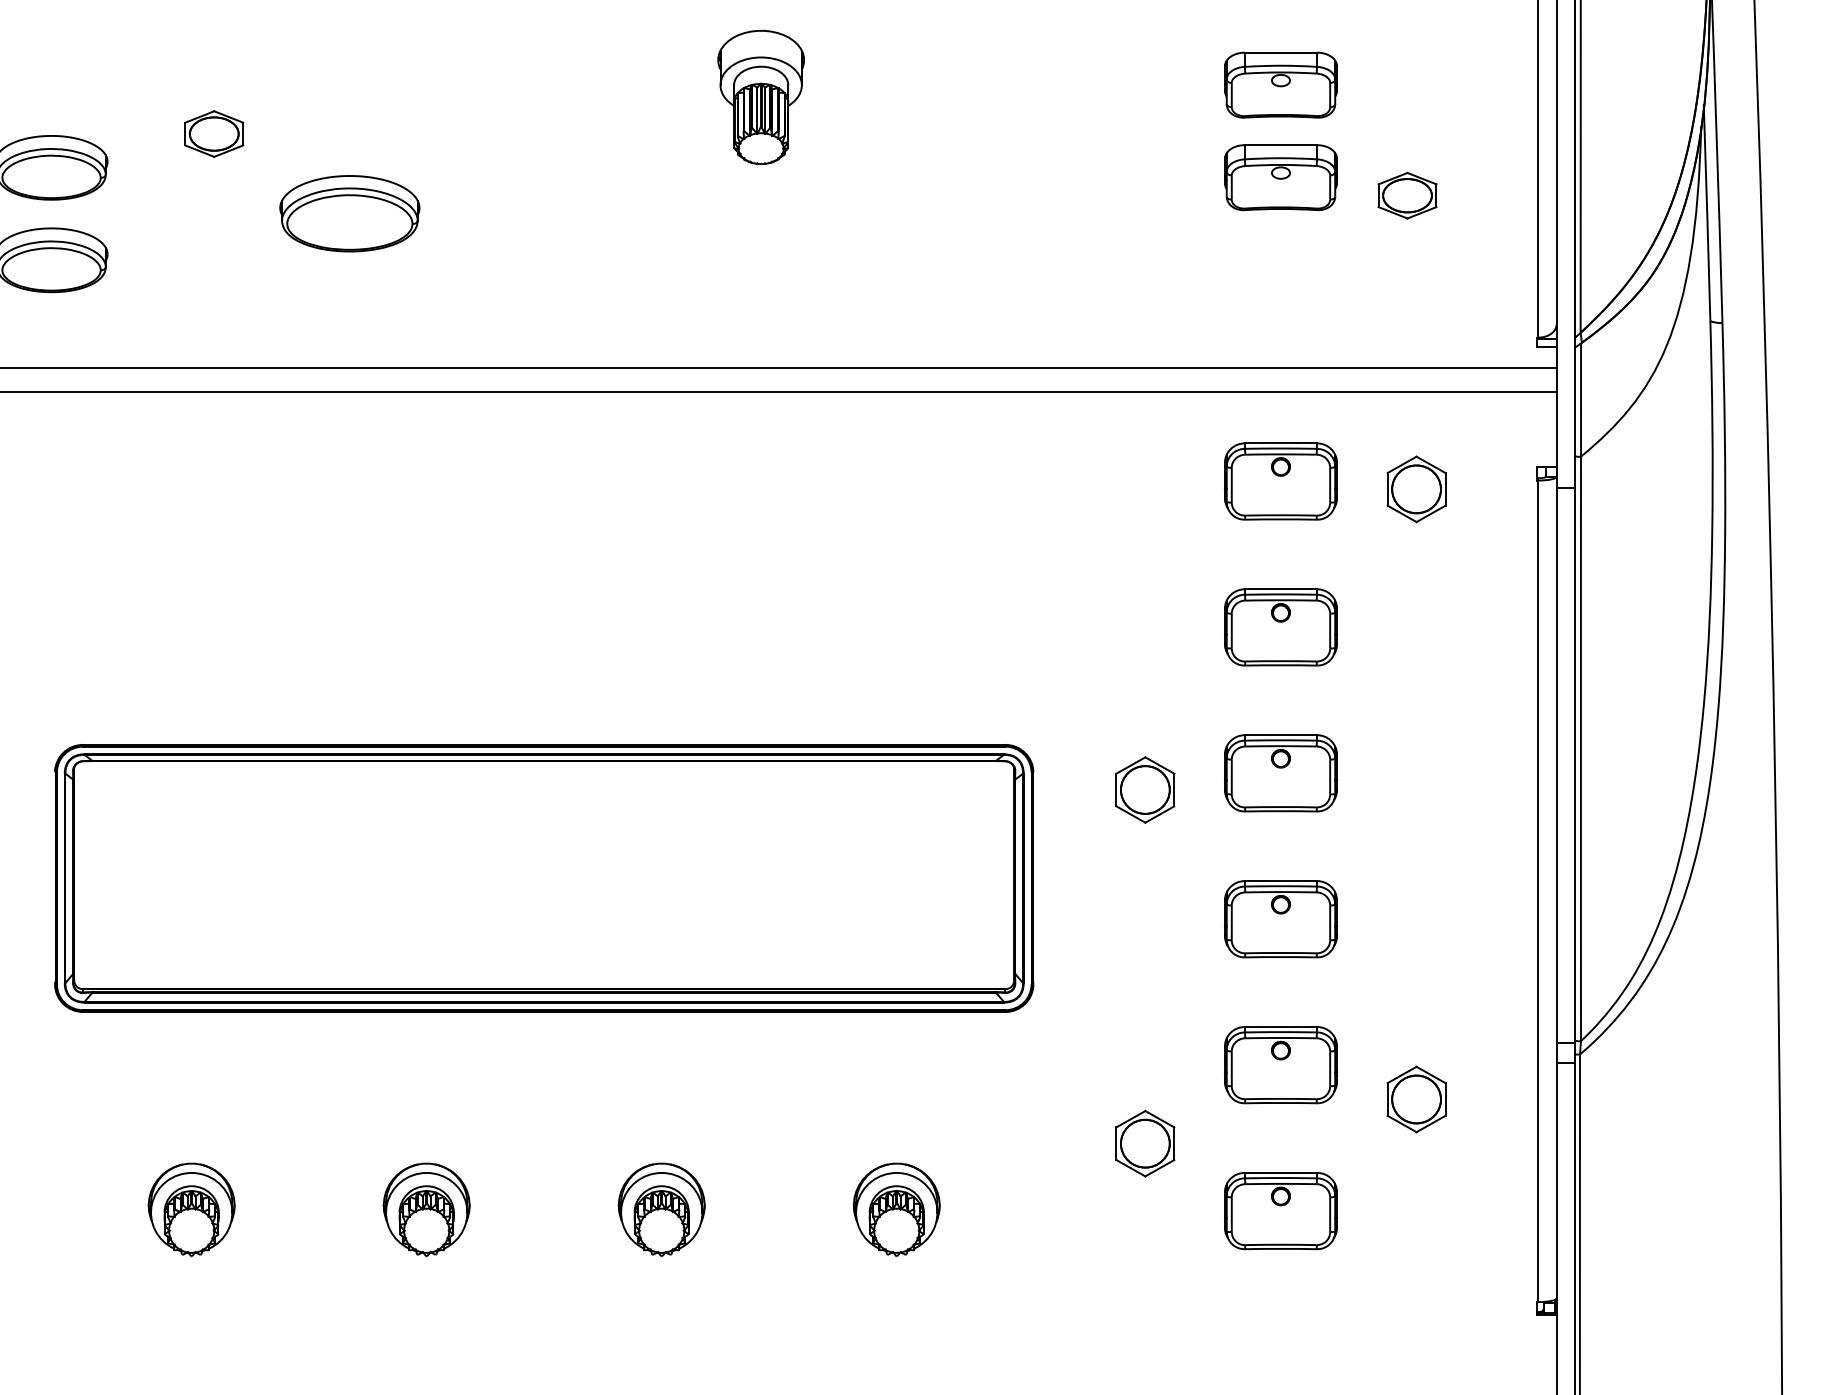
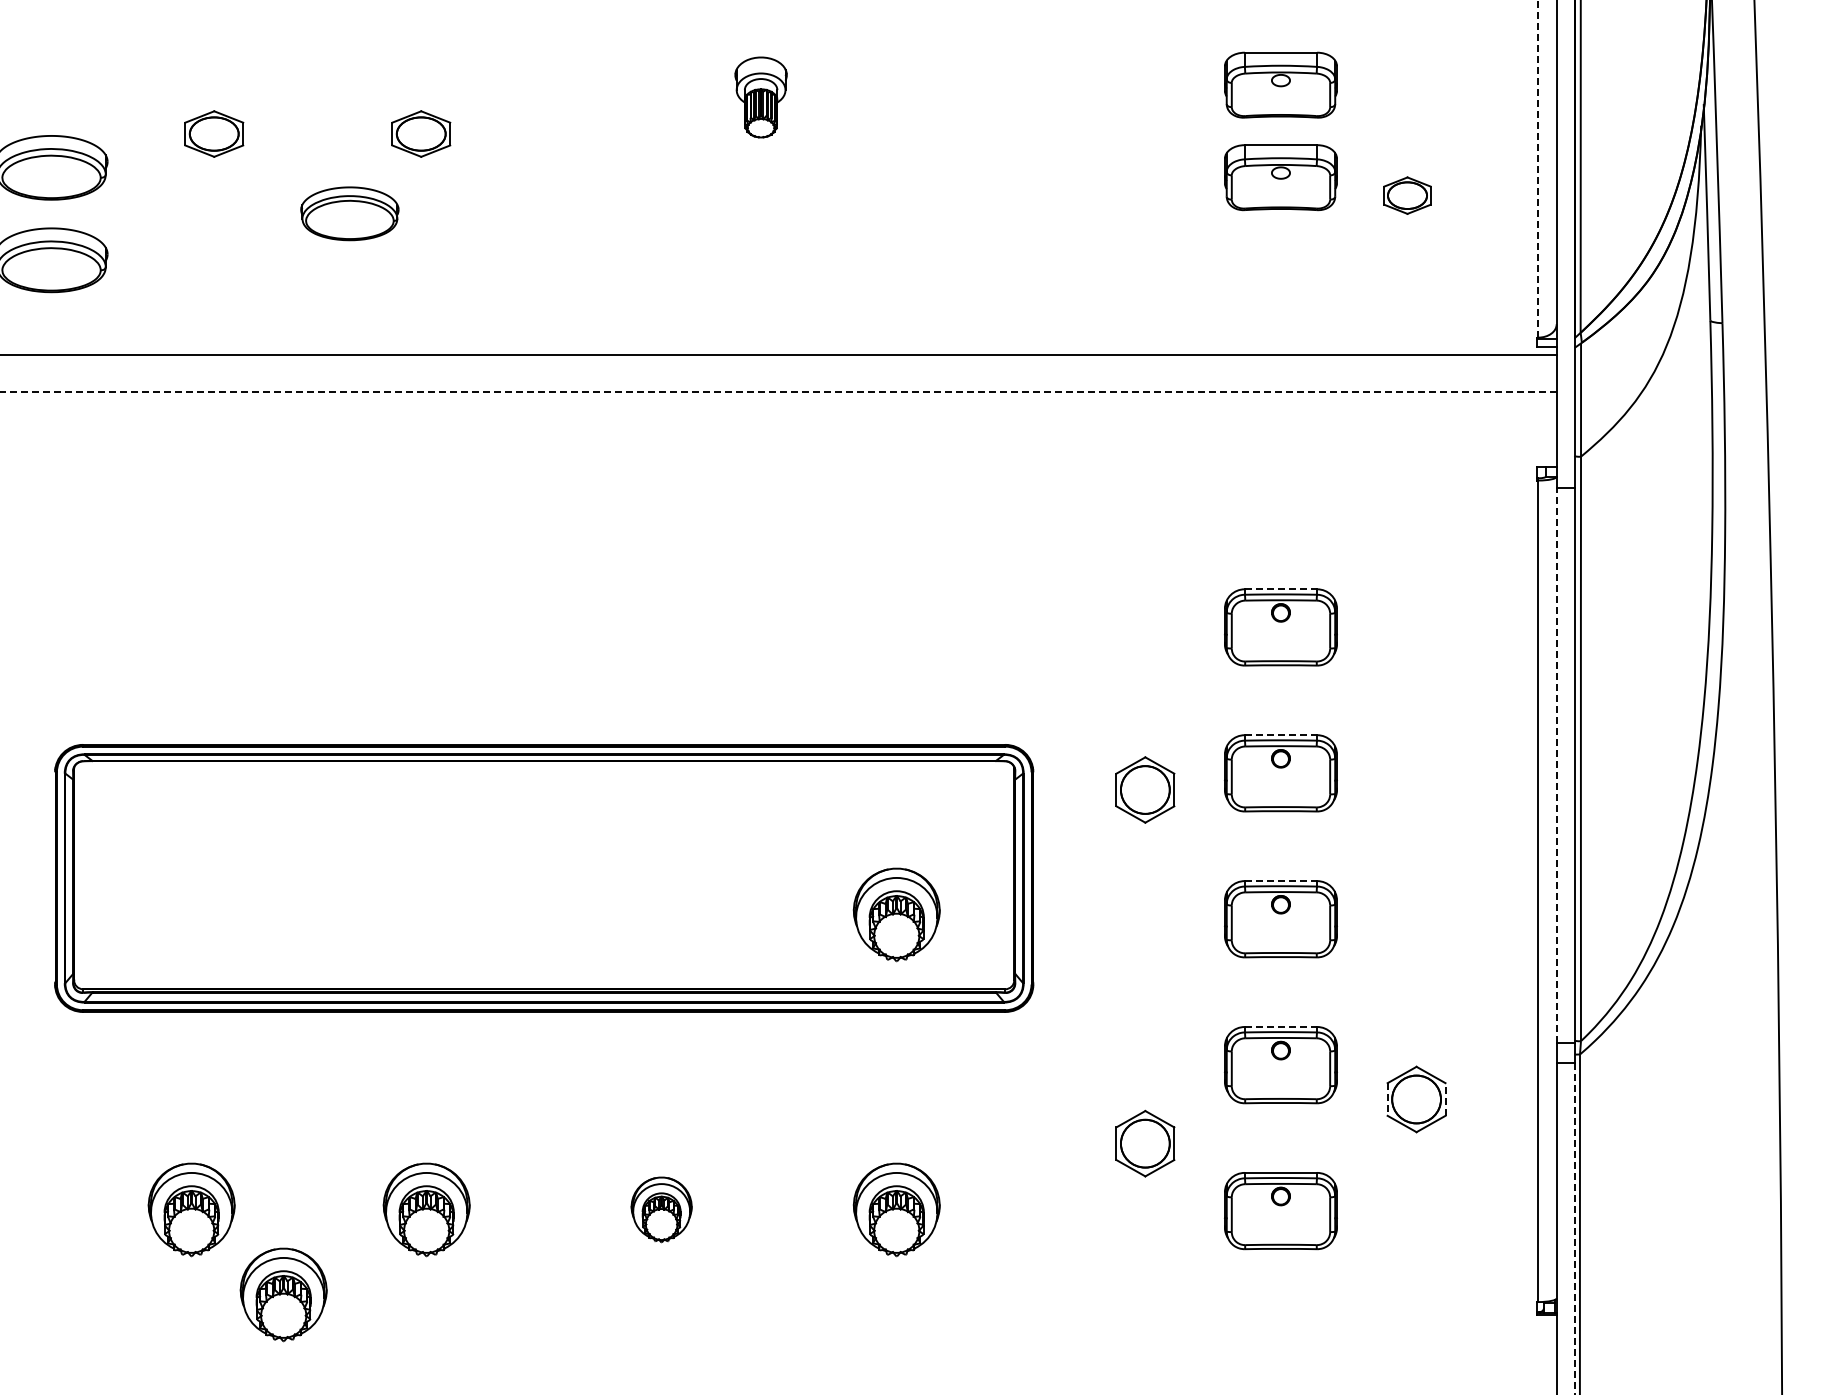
part at (760, 97) size: 88x135 px -> 54x83 px
part at (421, 133): none -> present
line at (1538, 168): solid -> dashed
part at (1407, 195) size: 61x49 px -> 49x39 px
part at (349, 213) size: 142x78 px -> 100x56 px
line at (779, 368) position: (779, 368) -> (779, 355)
line at (777, 392): solid -> dashed
part at (1280, 481): present -> none
part at (1416, 489): present -> none
line at (1281, 589): solid -> dashed
line at (1281, 735): solid -> dashed
line at (1556, 765): solid -> dashed
line at (1281, 881): solid -> dashed
part at (896, 914): none -> present
line at (1281, 1027): solid -> dashed
line at (1445, 1099): solid -> dashed
line at (1387, 1100): solid -> dashed
part at (661, 1209) size: 89x96 px -> 63x68 px
line at (1574, 1229): solid -> dashed
part at (283, 1294): none -> present
